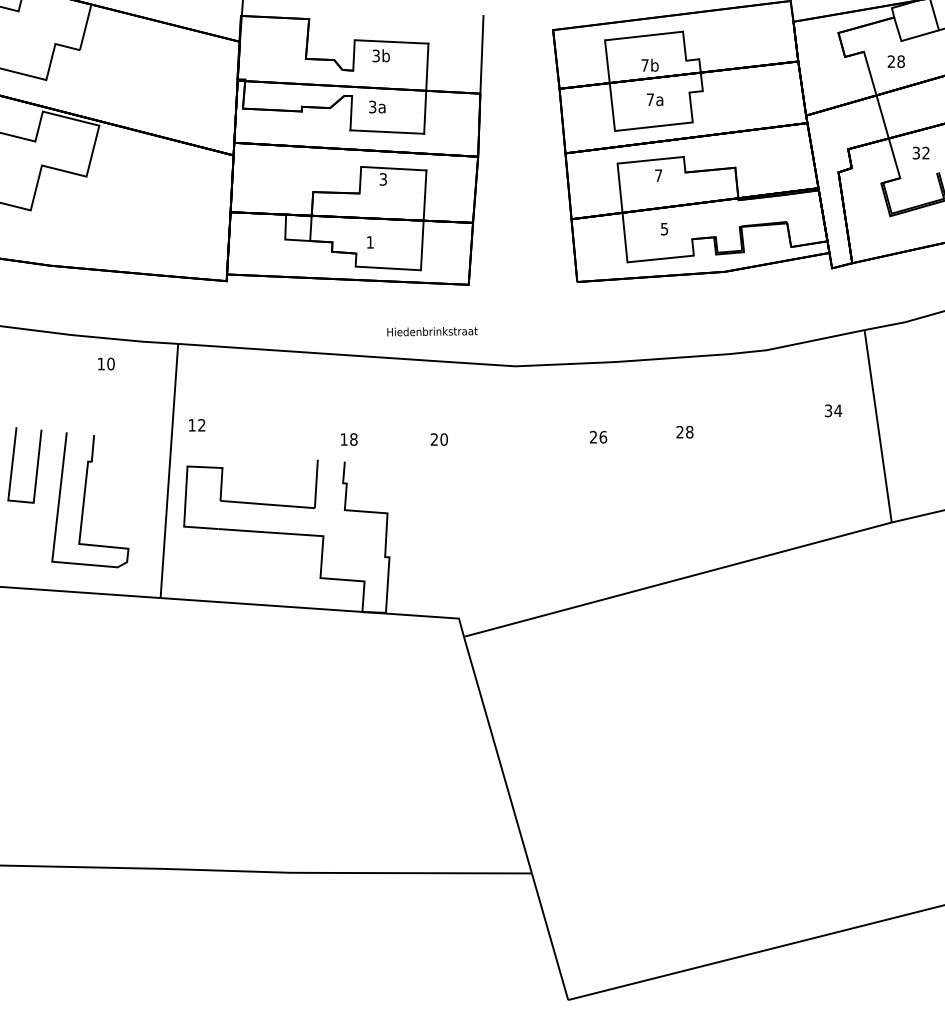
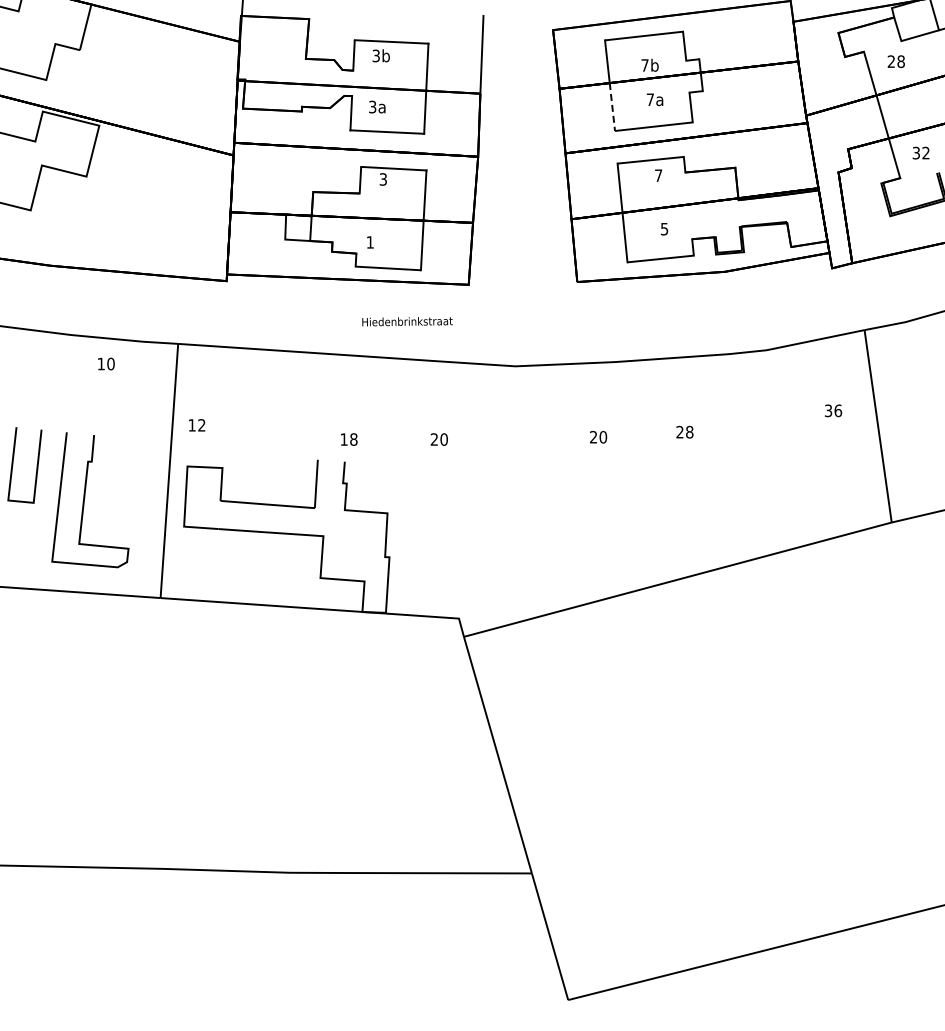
line at (612, 107): solid -> dashed
text at (432, 331) position: (432, 331) -> (407, 321)
text at (838, 410): 34 -> 36
text at (603, 436): 26 -> 20
